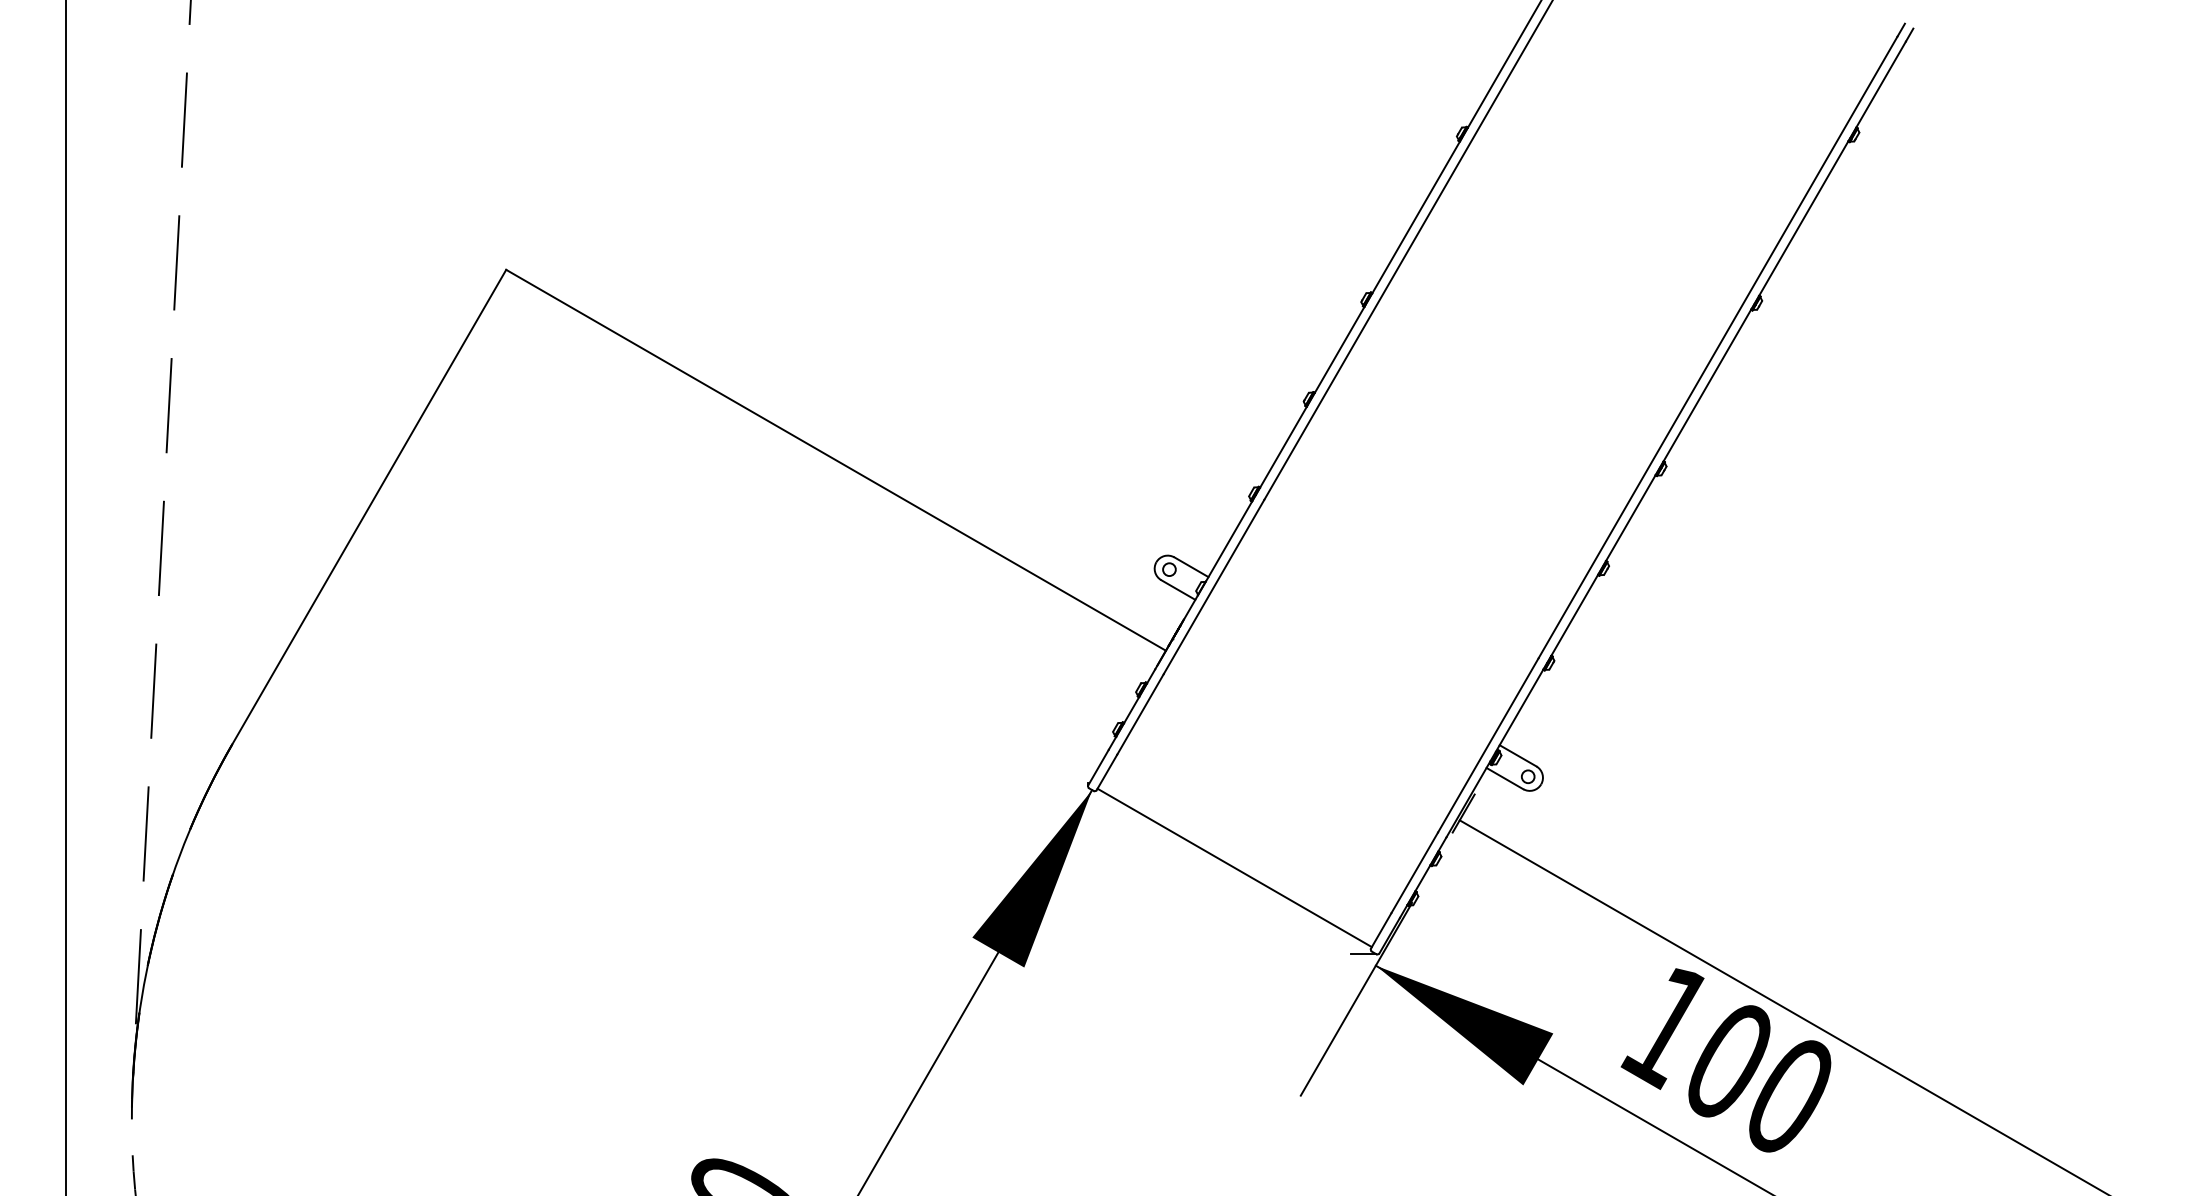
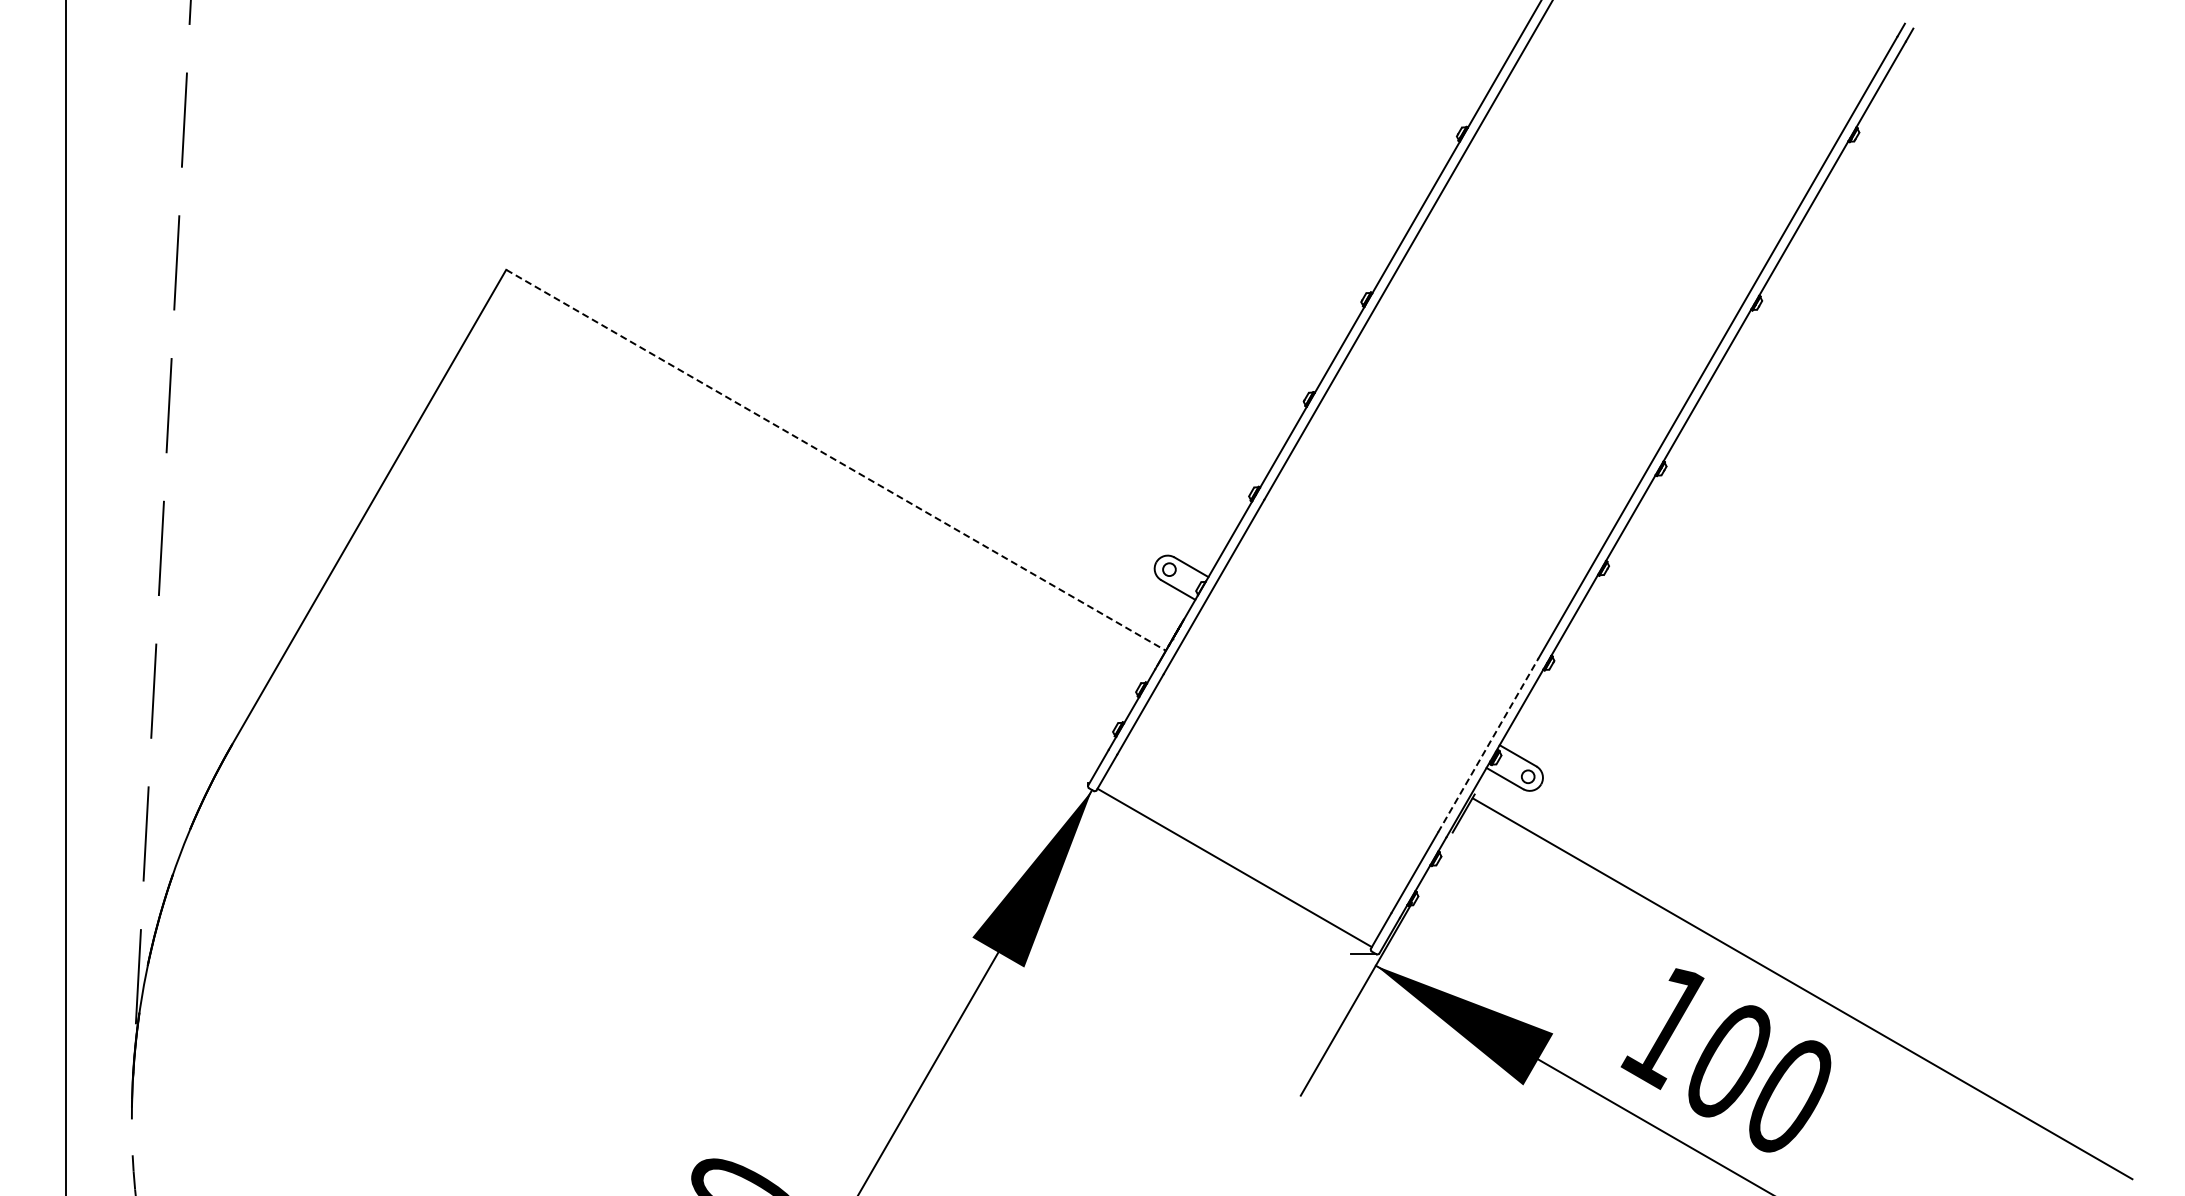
line at (836, 460): solid -> dashed
line at (1488, 745): solid -> dashed
line at (1781, 1006) position: (1781, 1006) -> (1802, 988)
